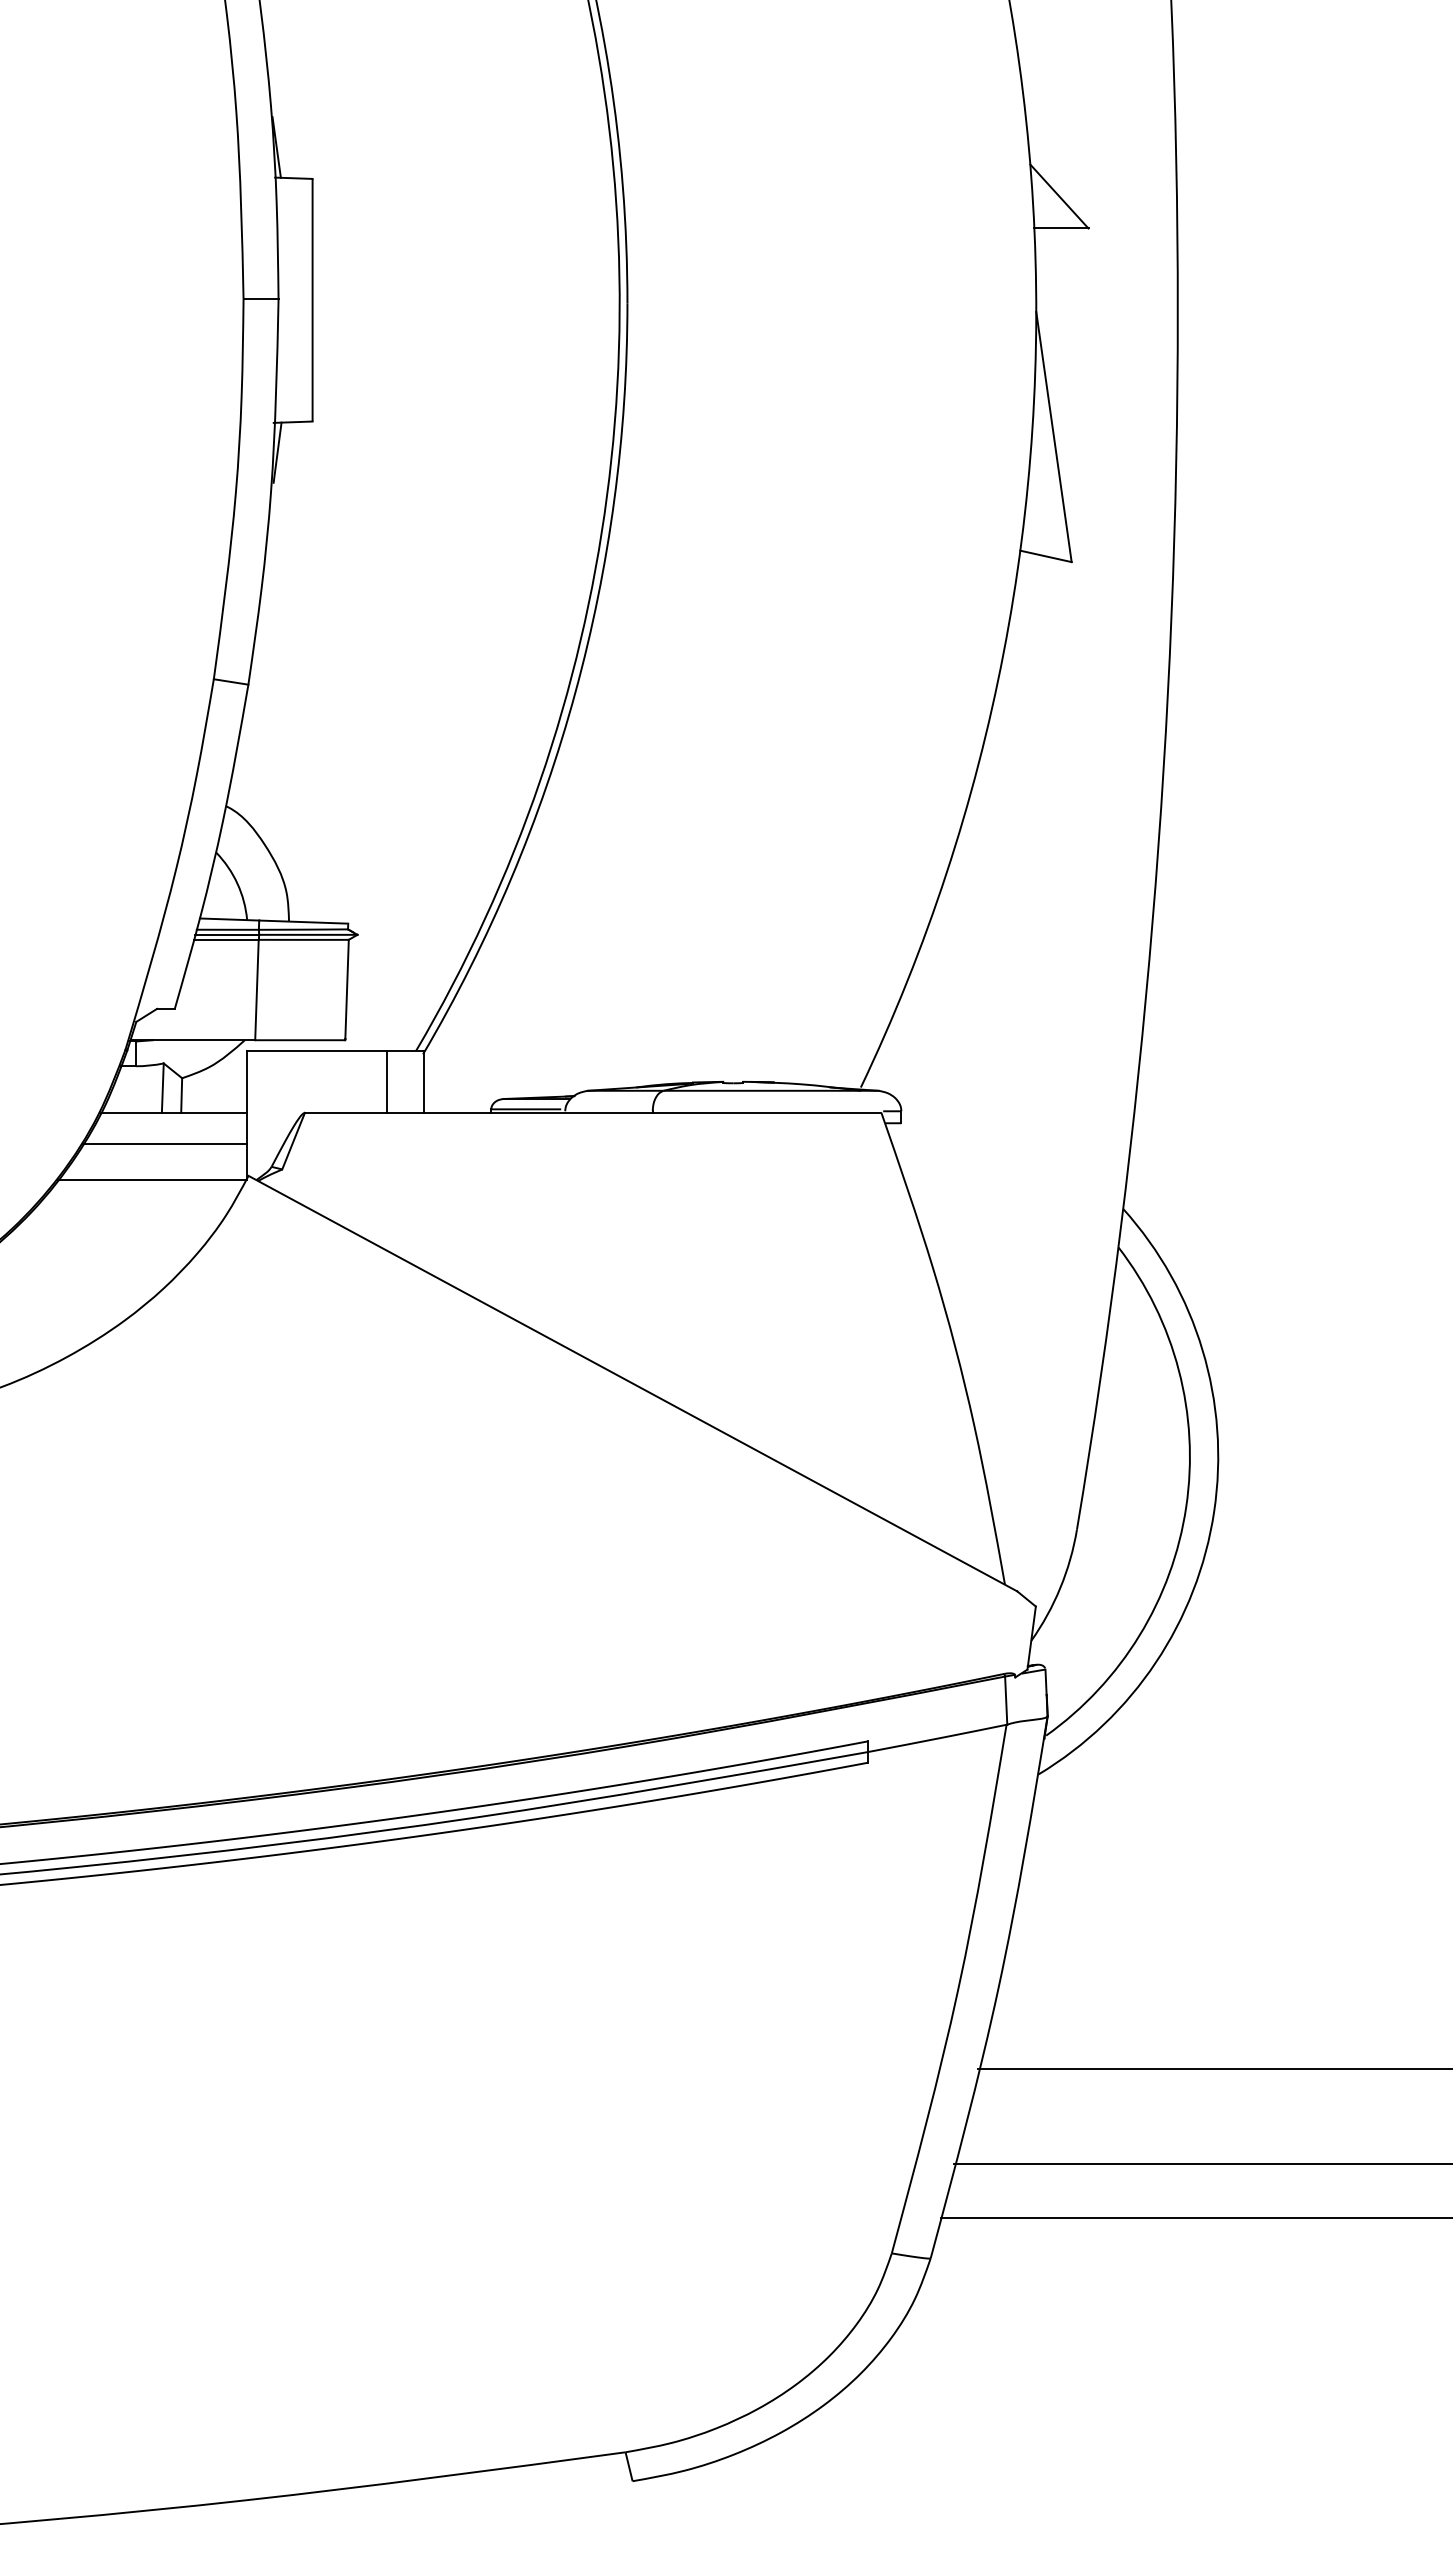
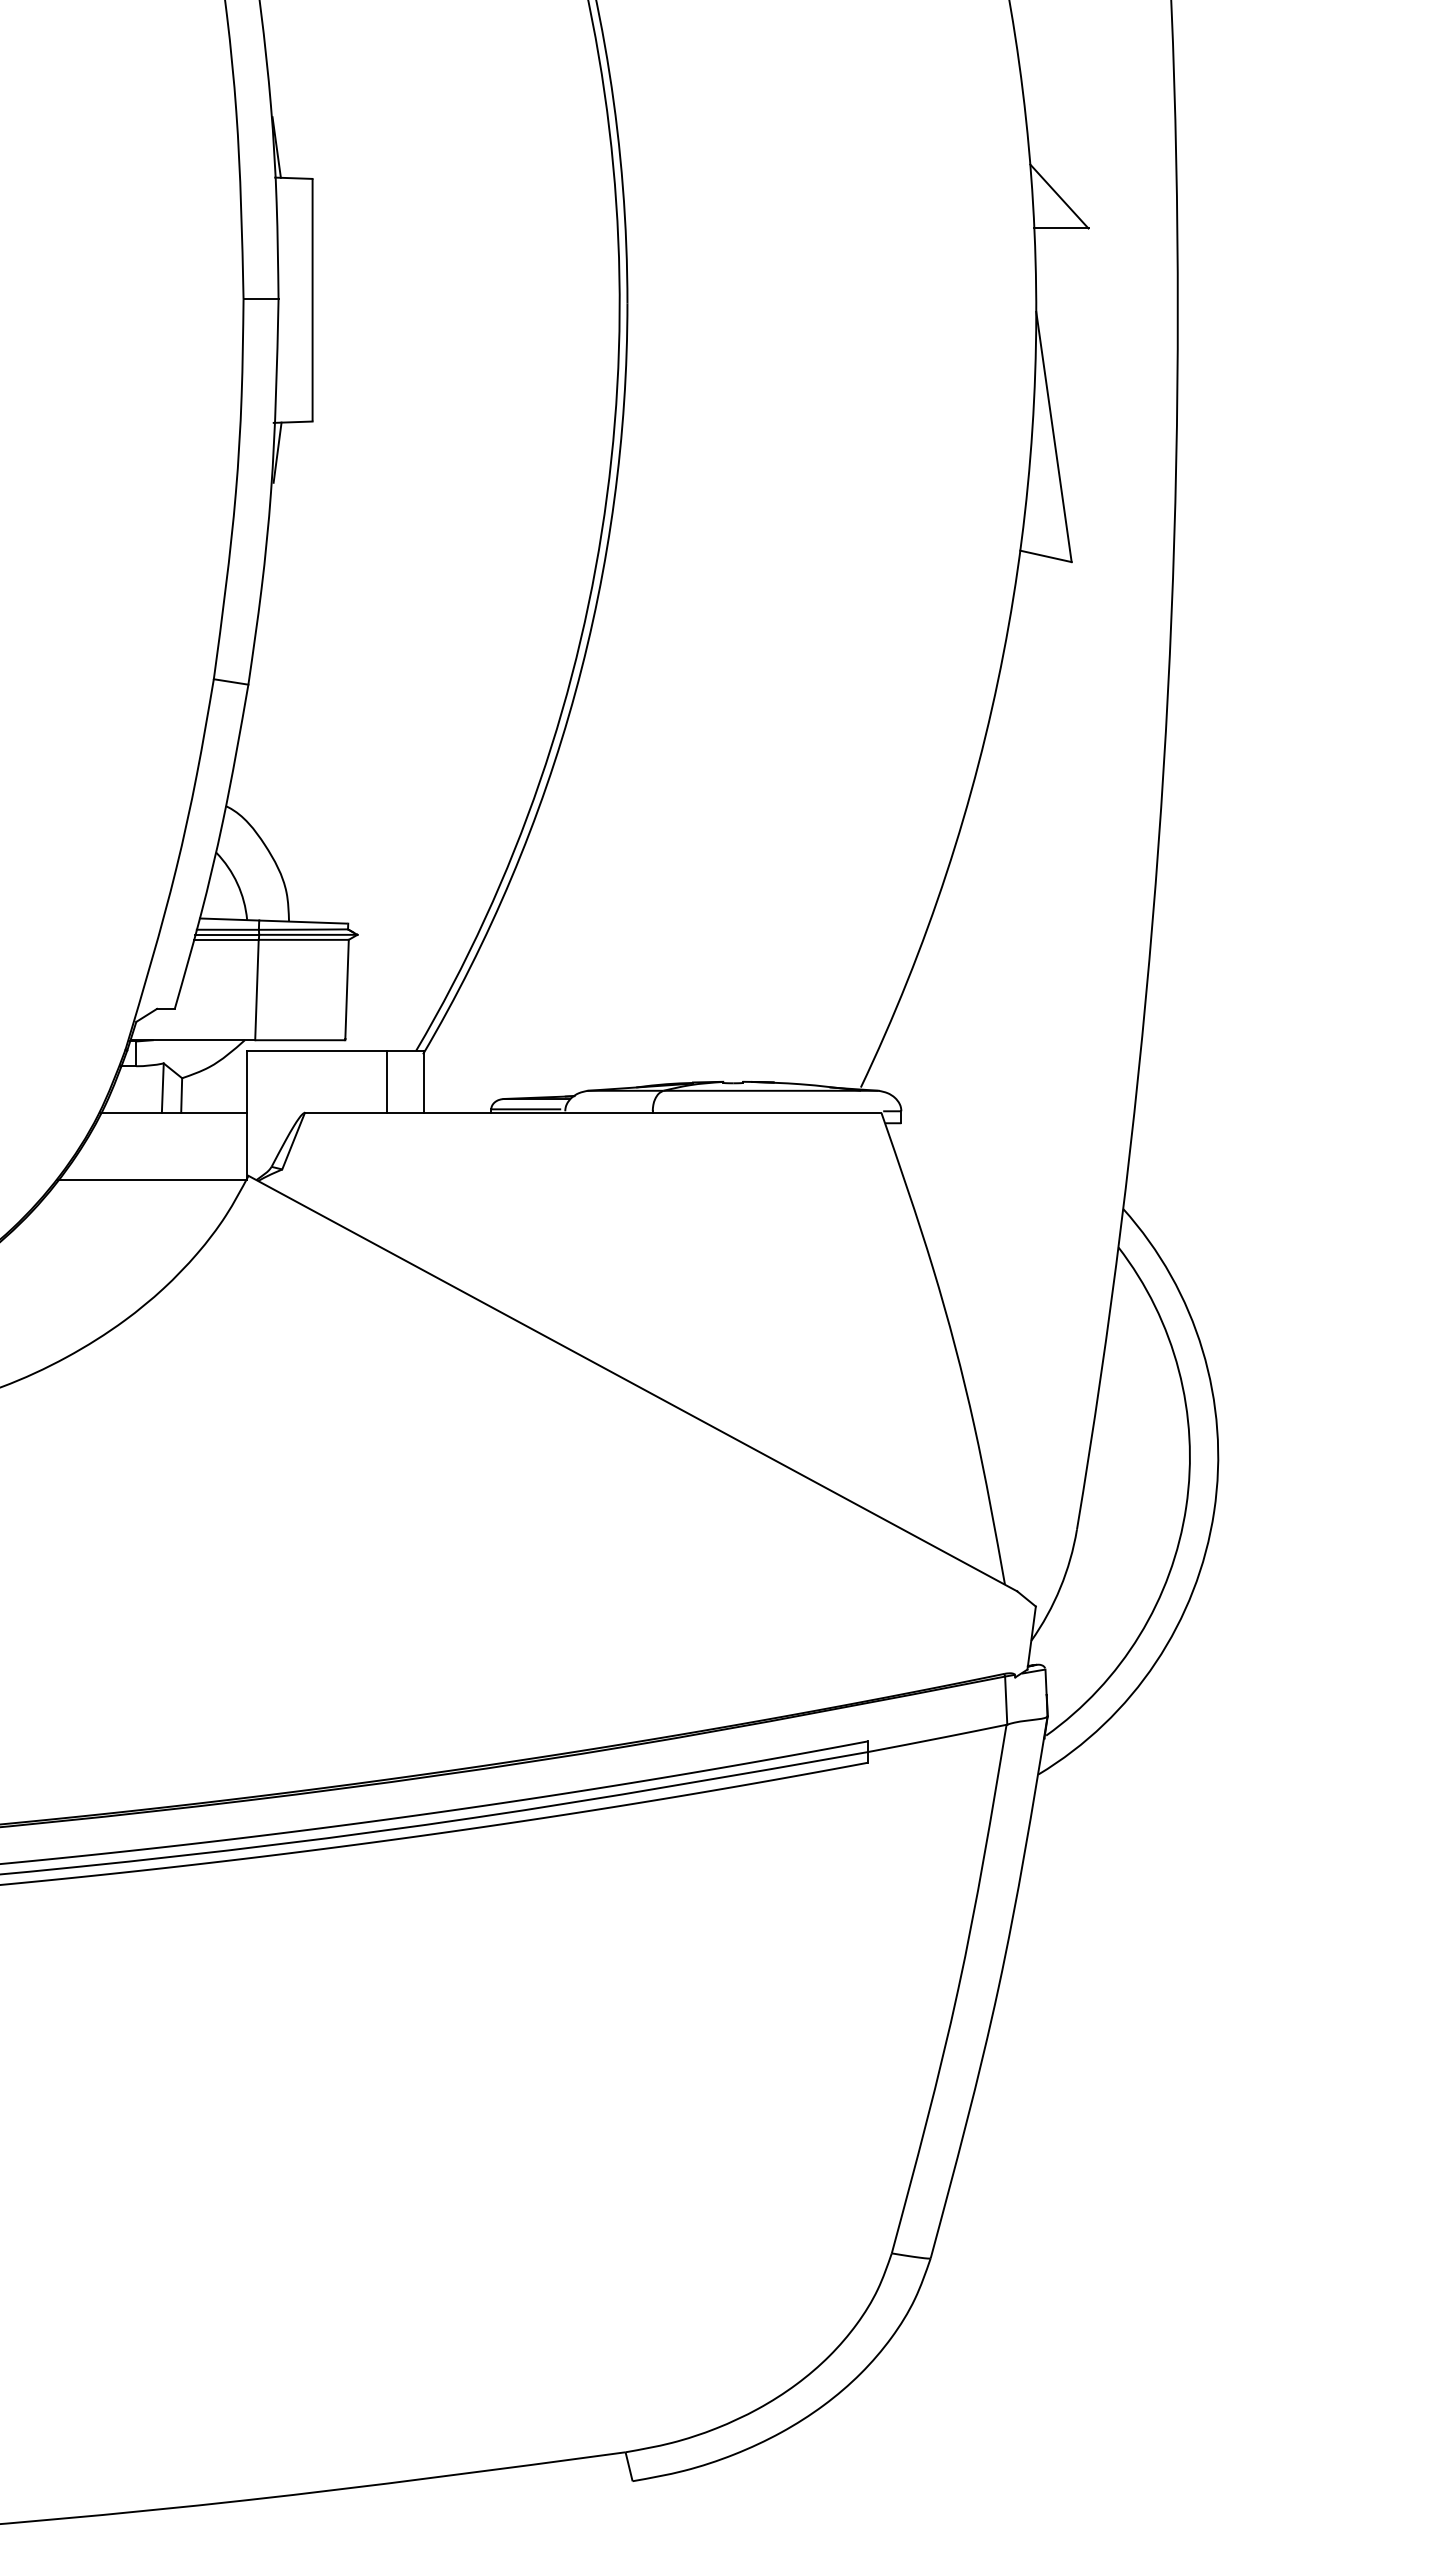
line at (164, 1144): present -> none
line at (1213, 2069): present -> none
line at (1201, 2164): present -> none
line at (1194, 2218): present -> none
